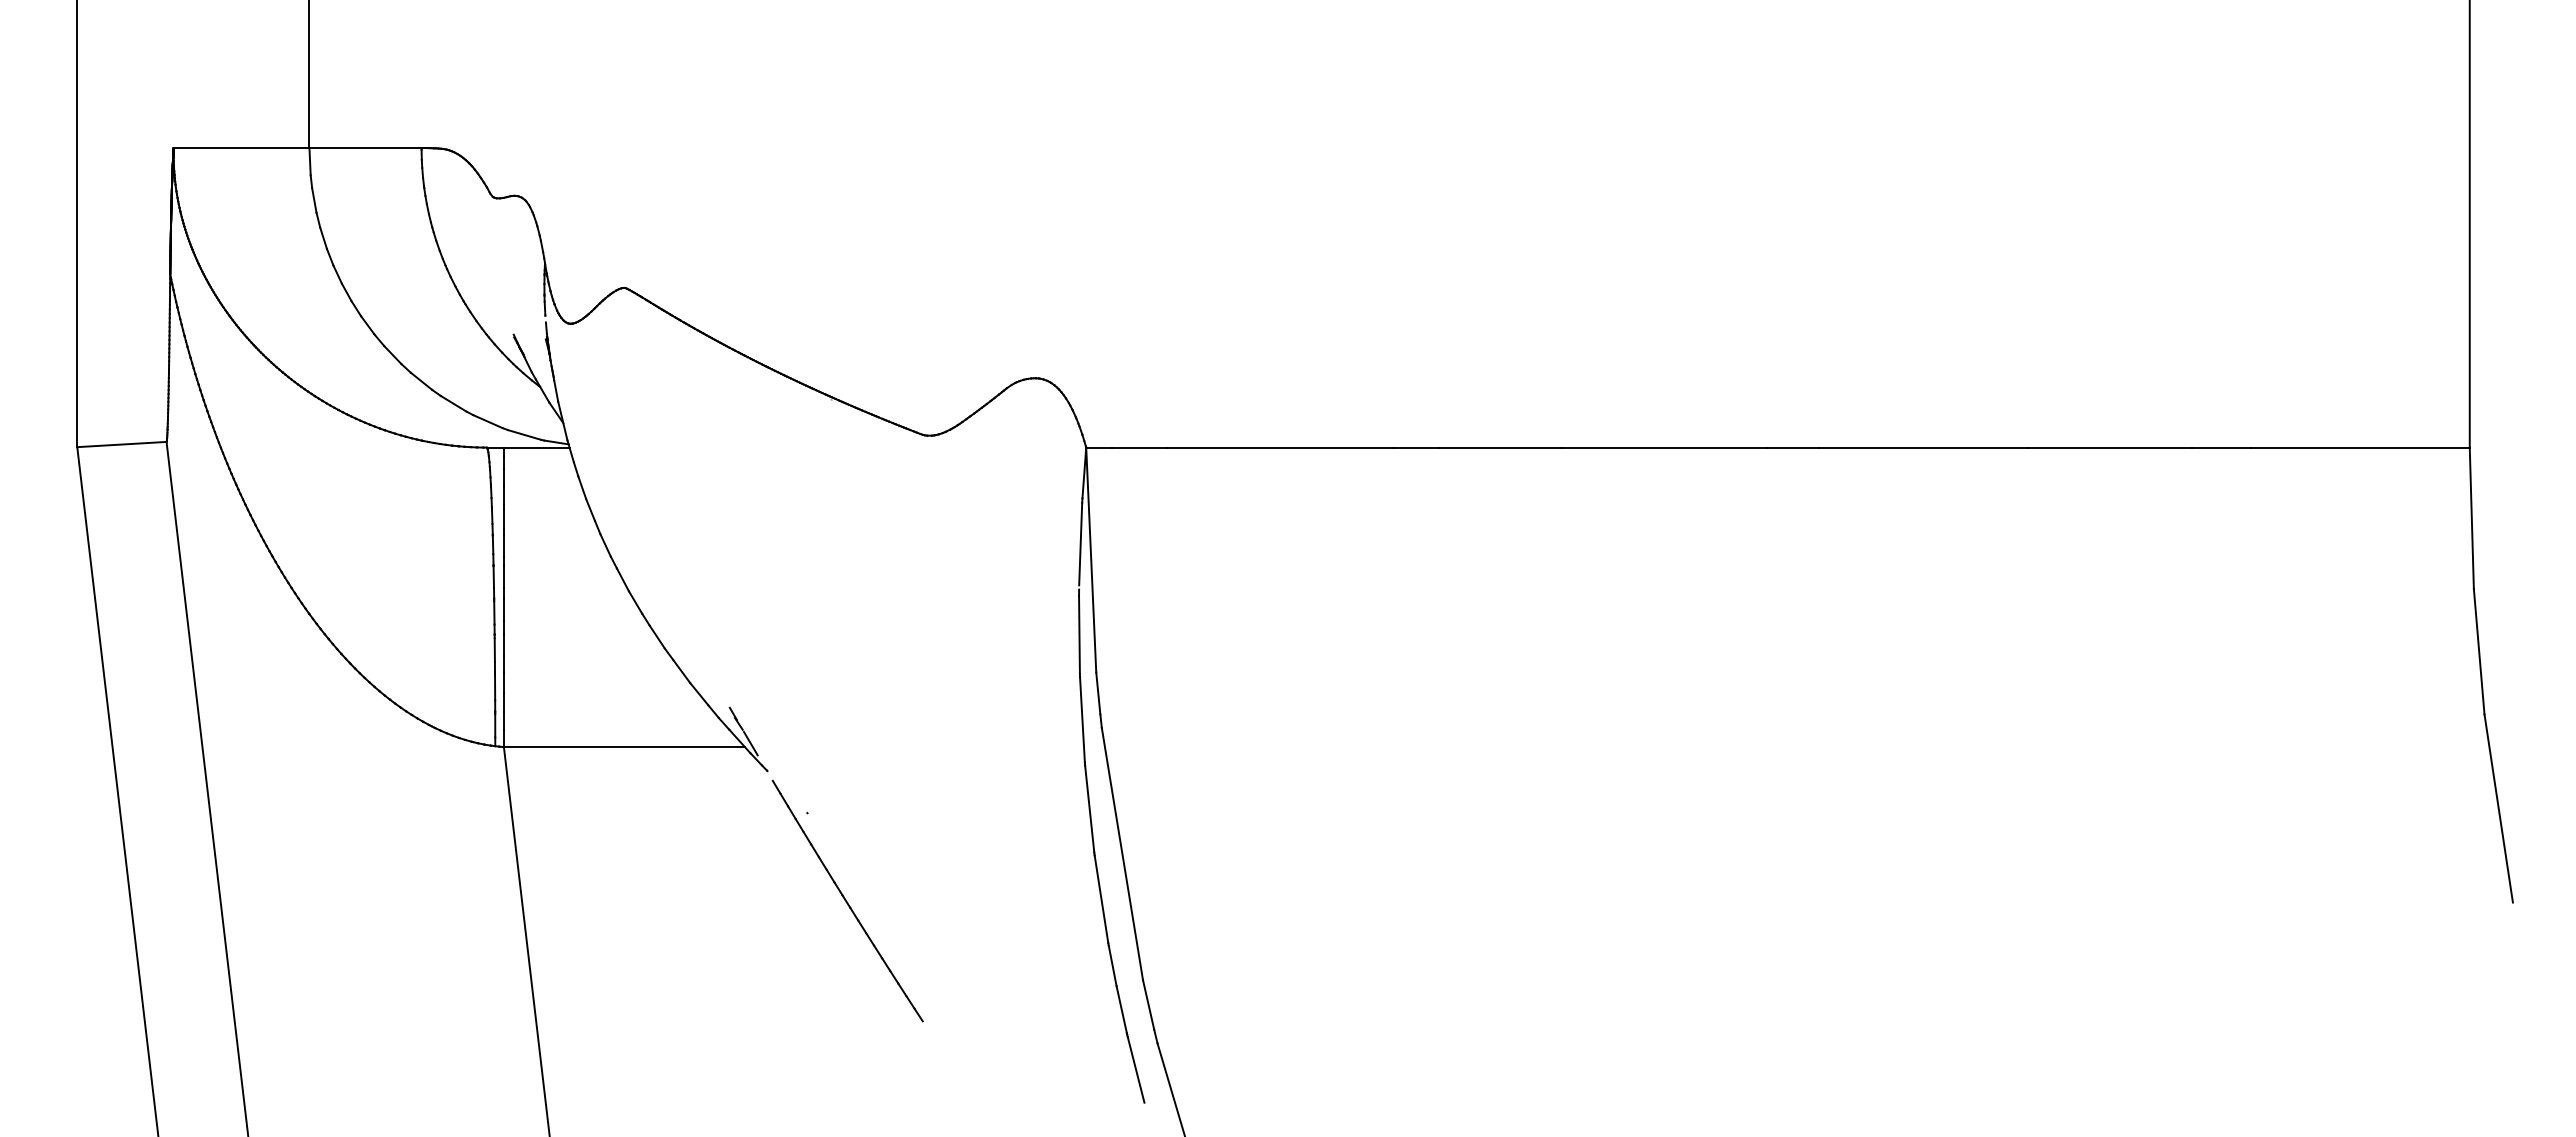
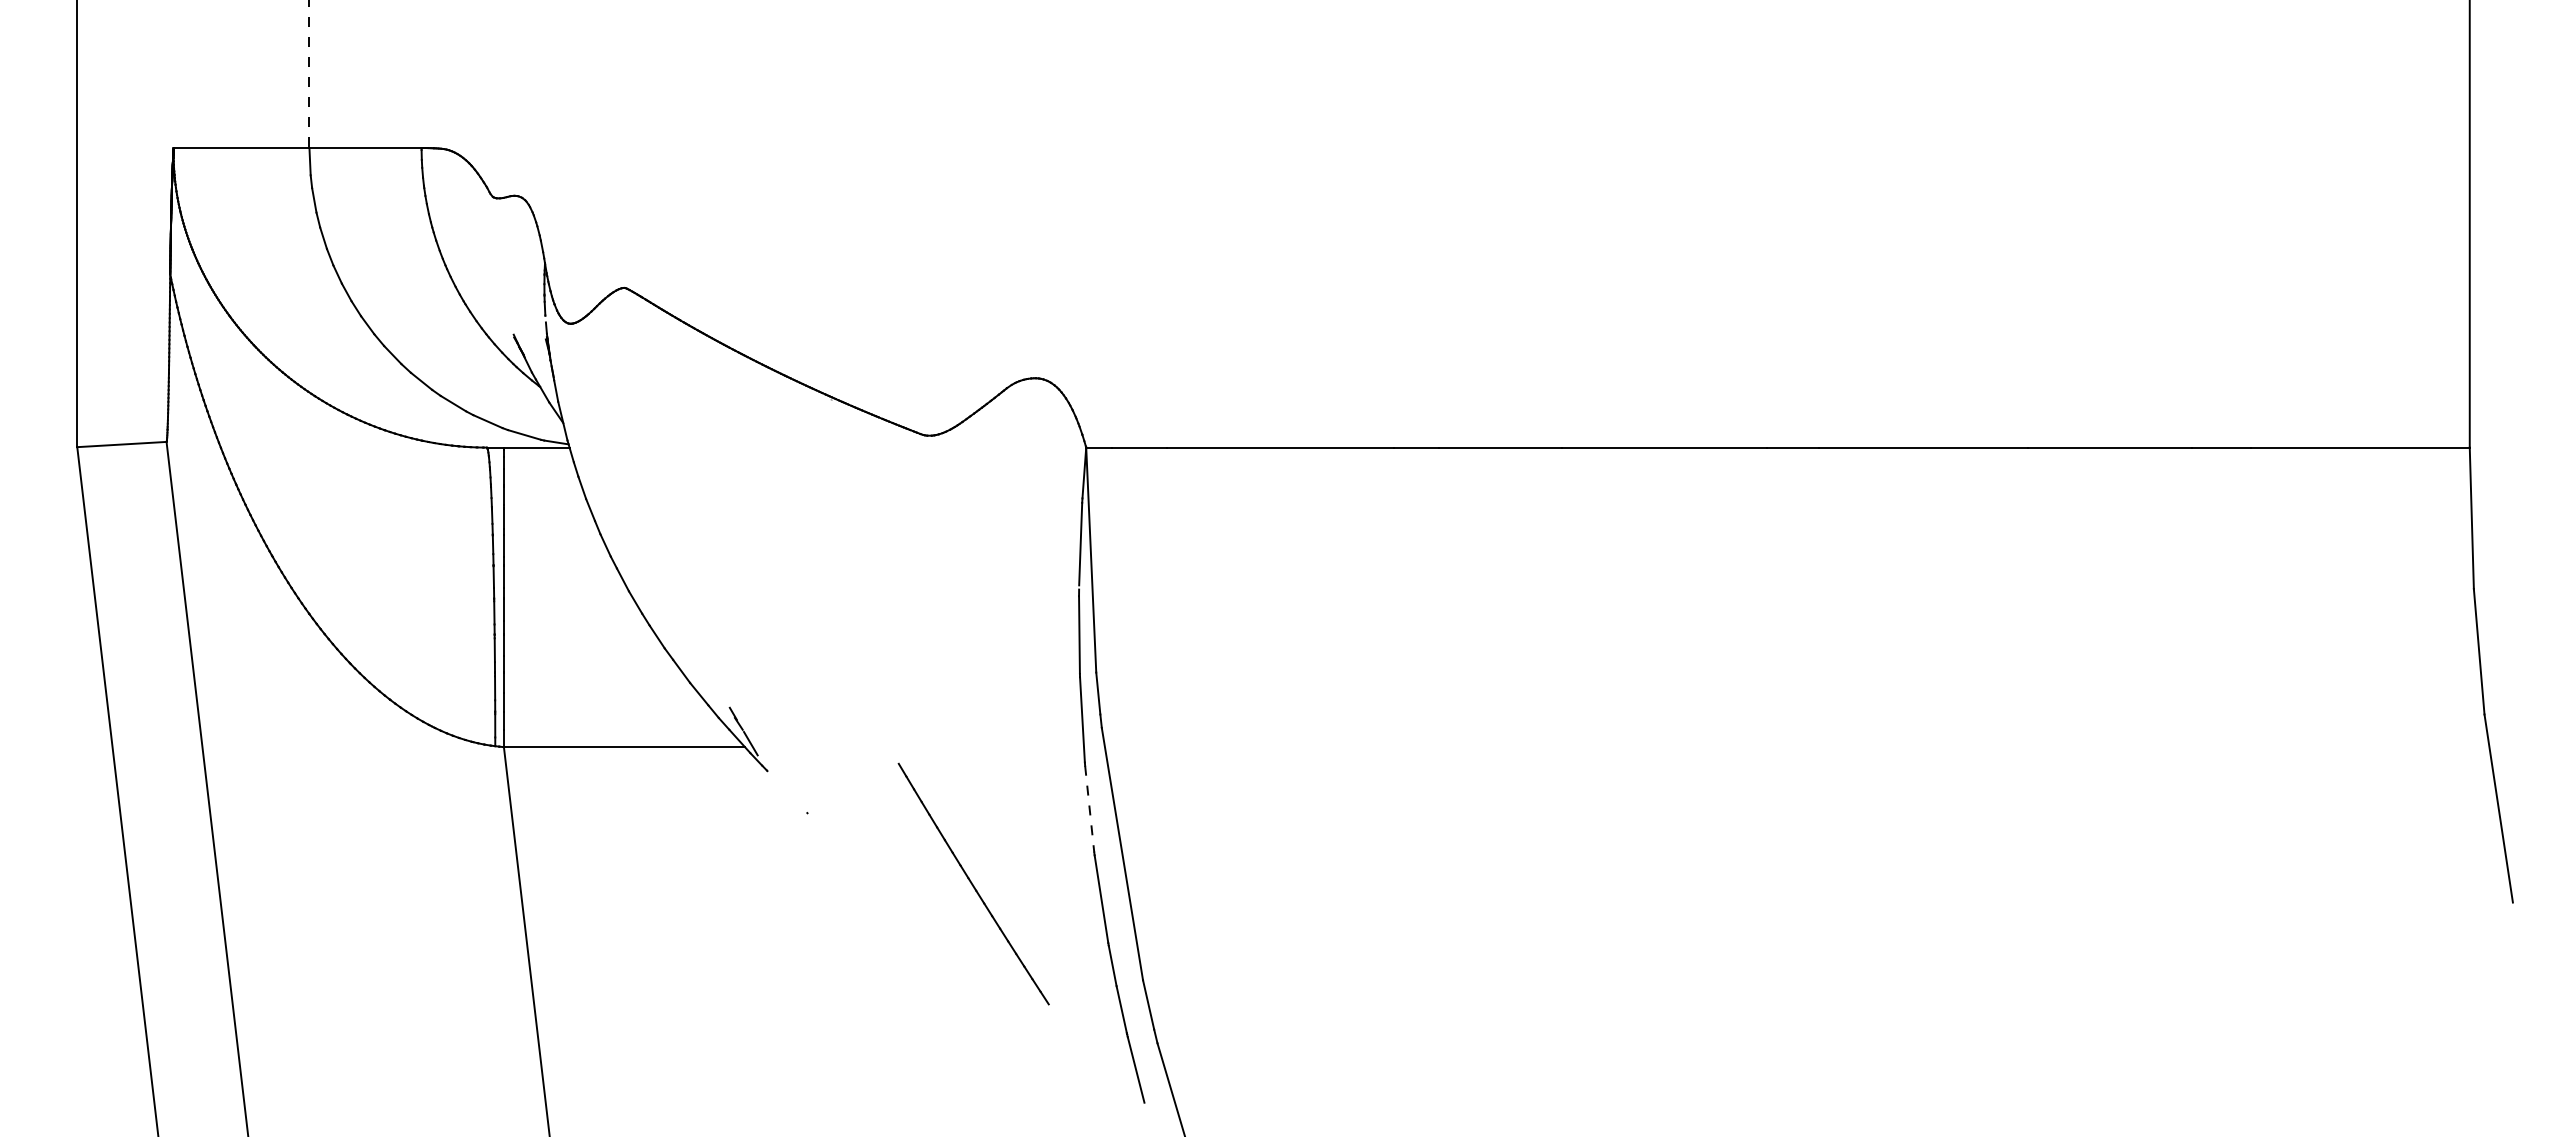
line at (309, 74): solid -> dashed
line at (1089, 809): solid -> dashed
part at (847, 900) position: (847, 900) -> (973, 883)
